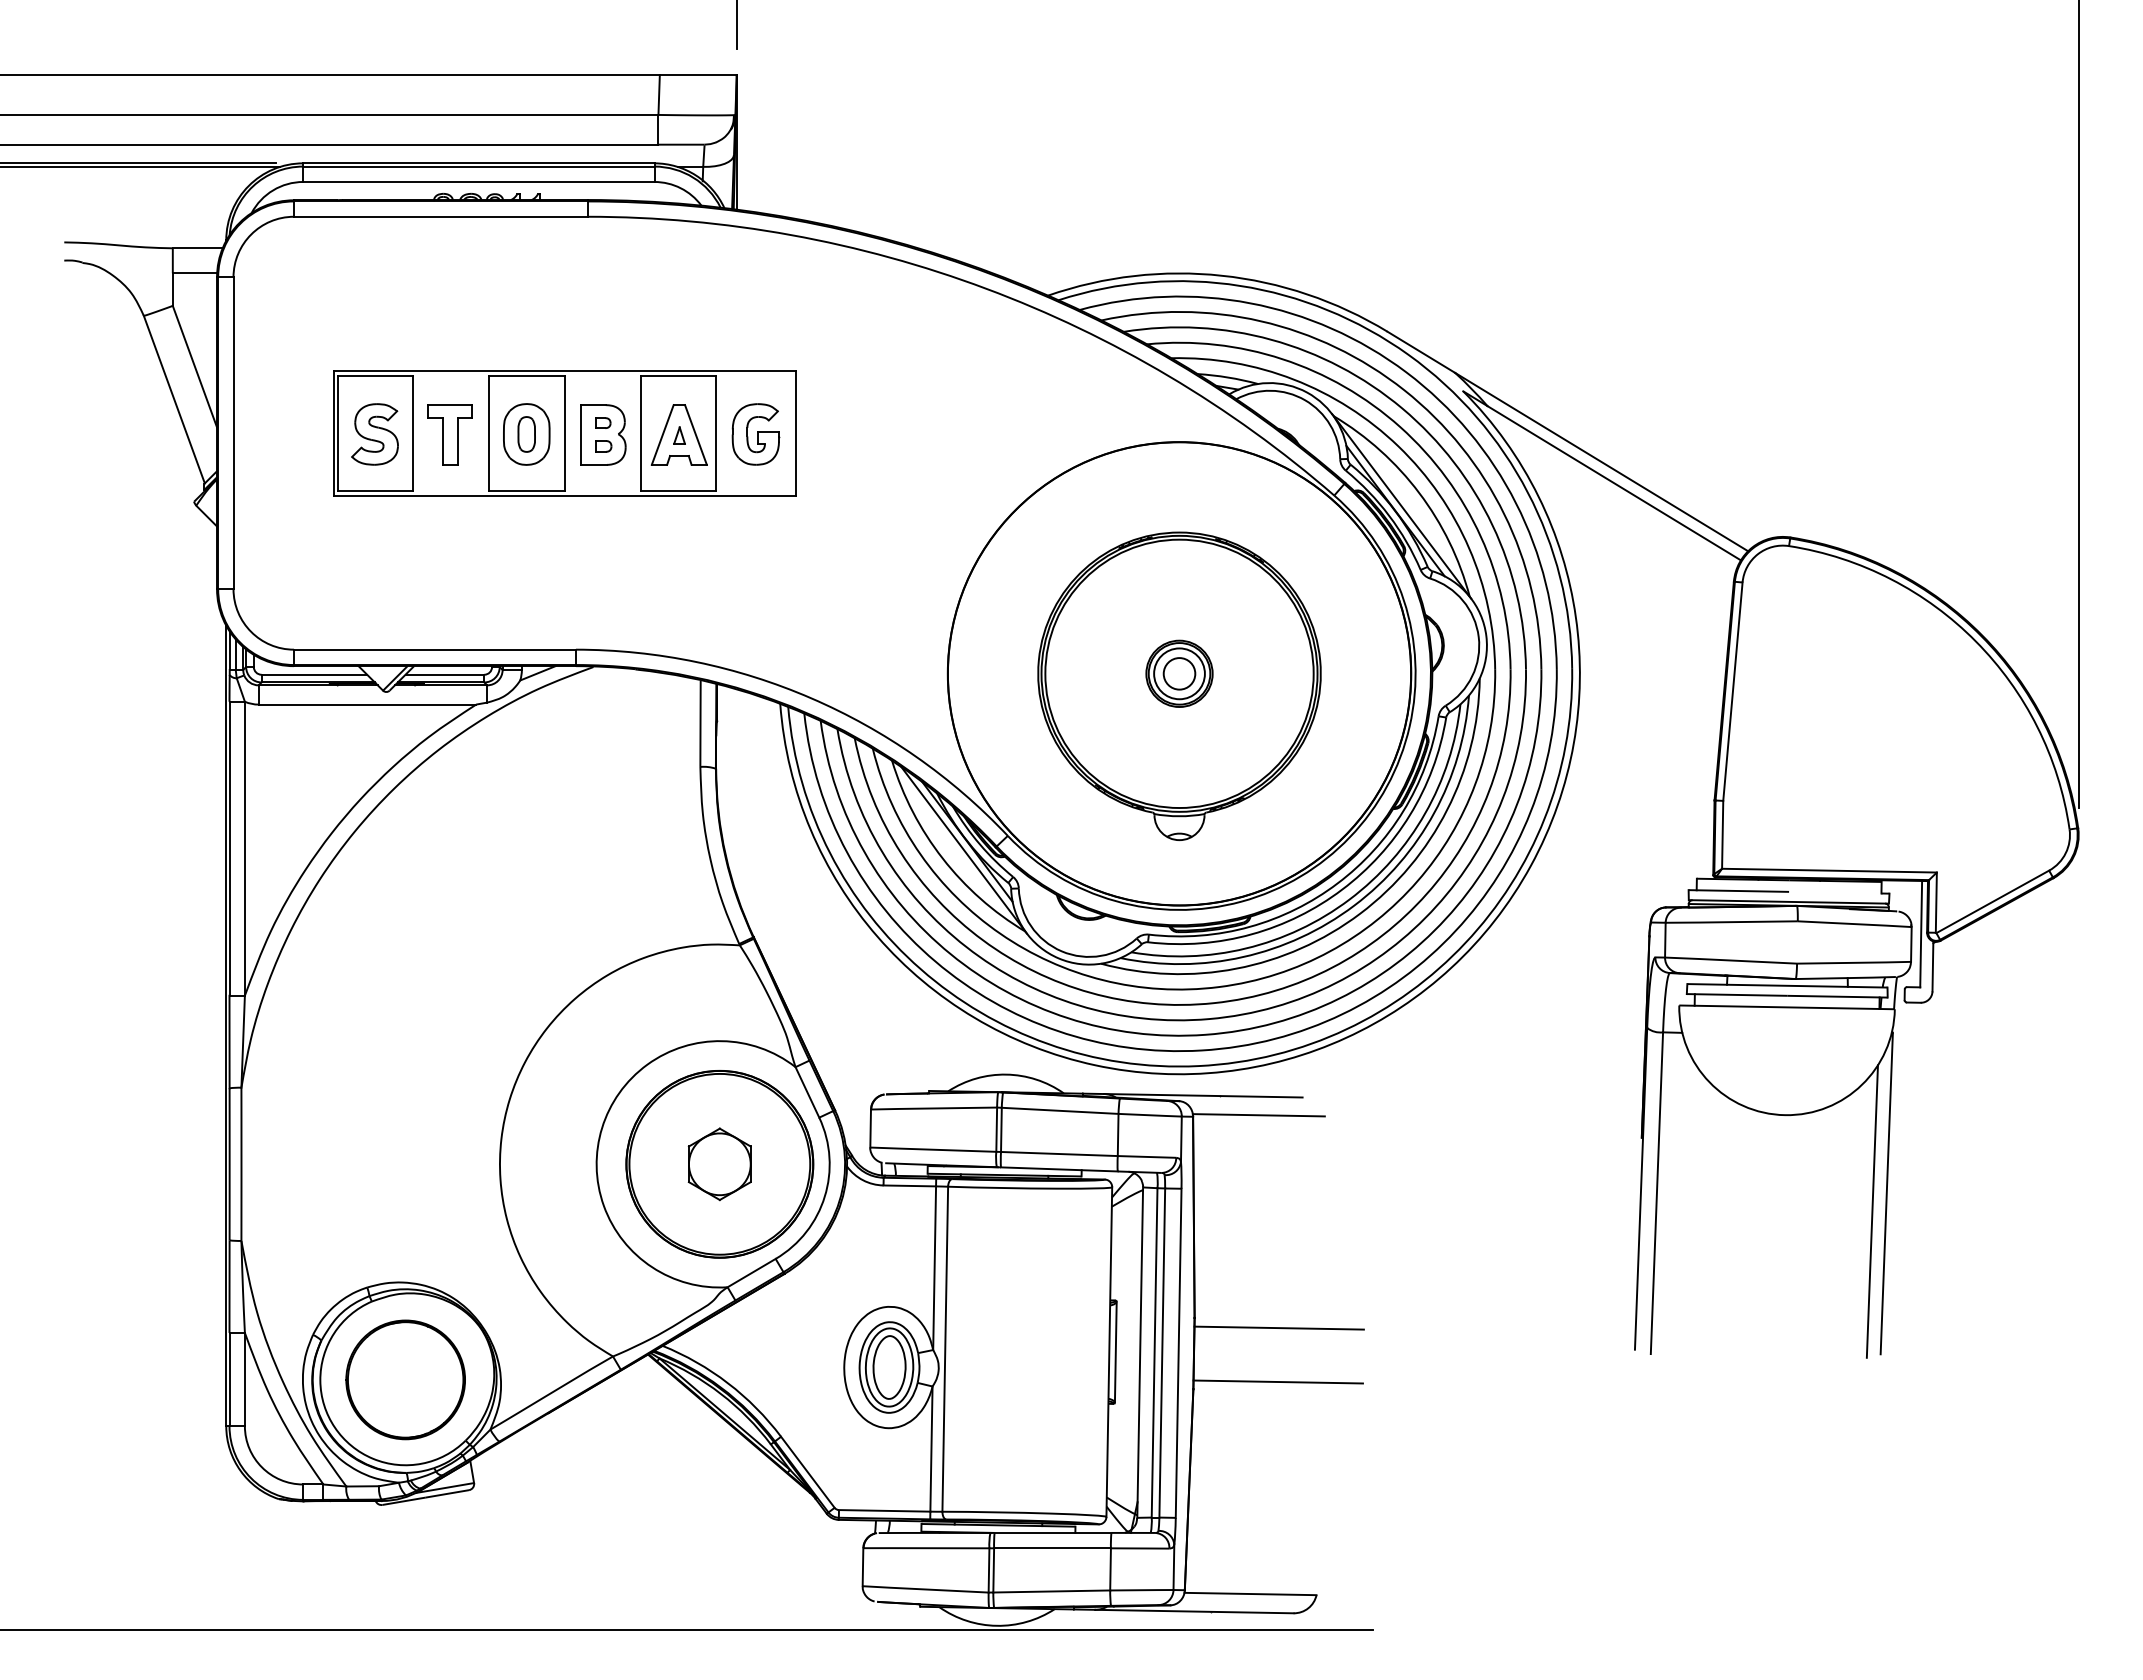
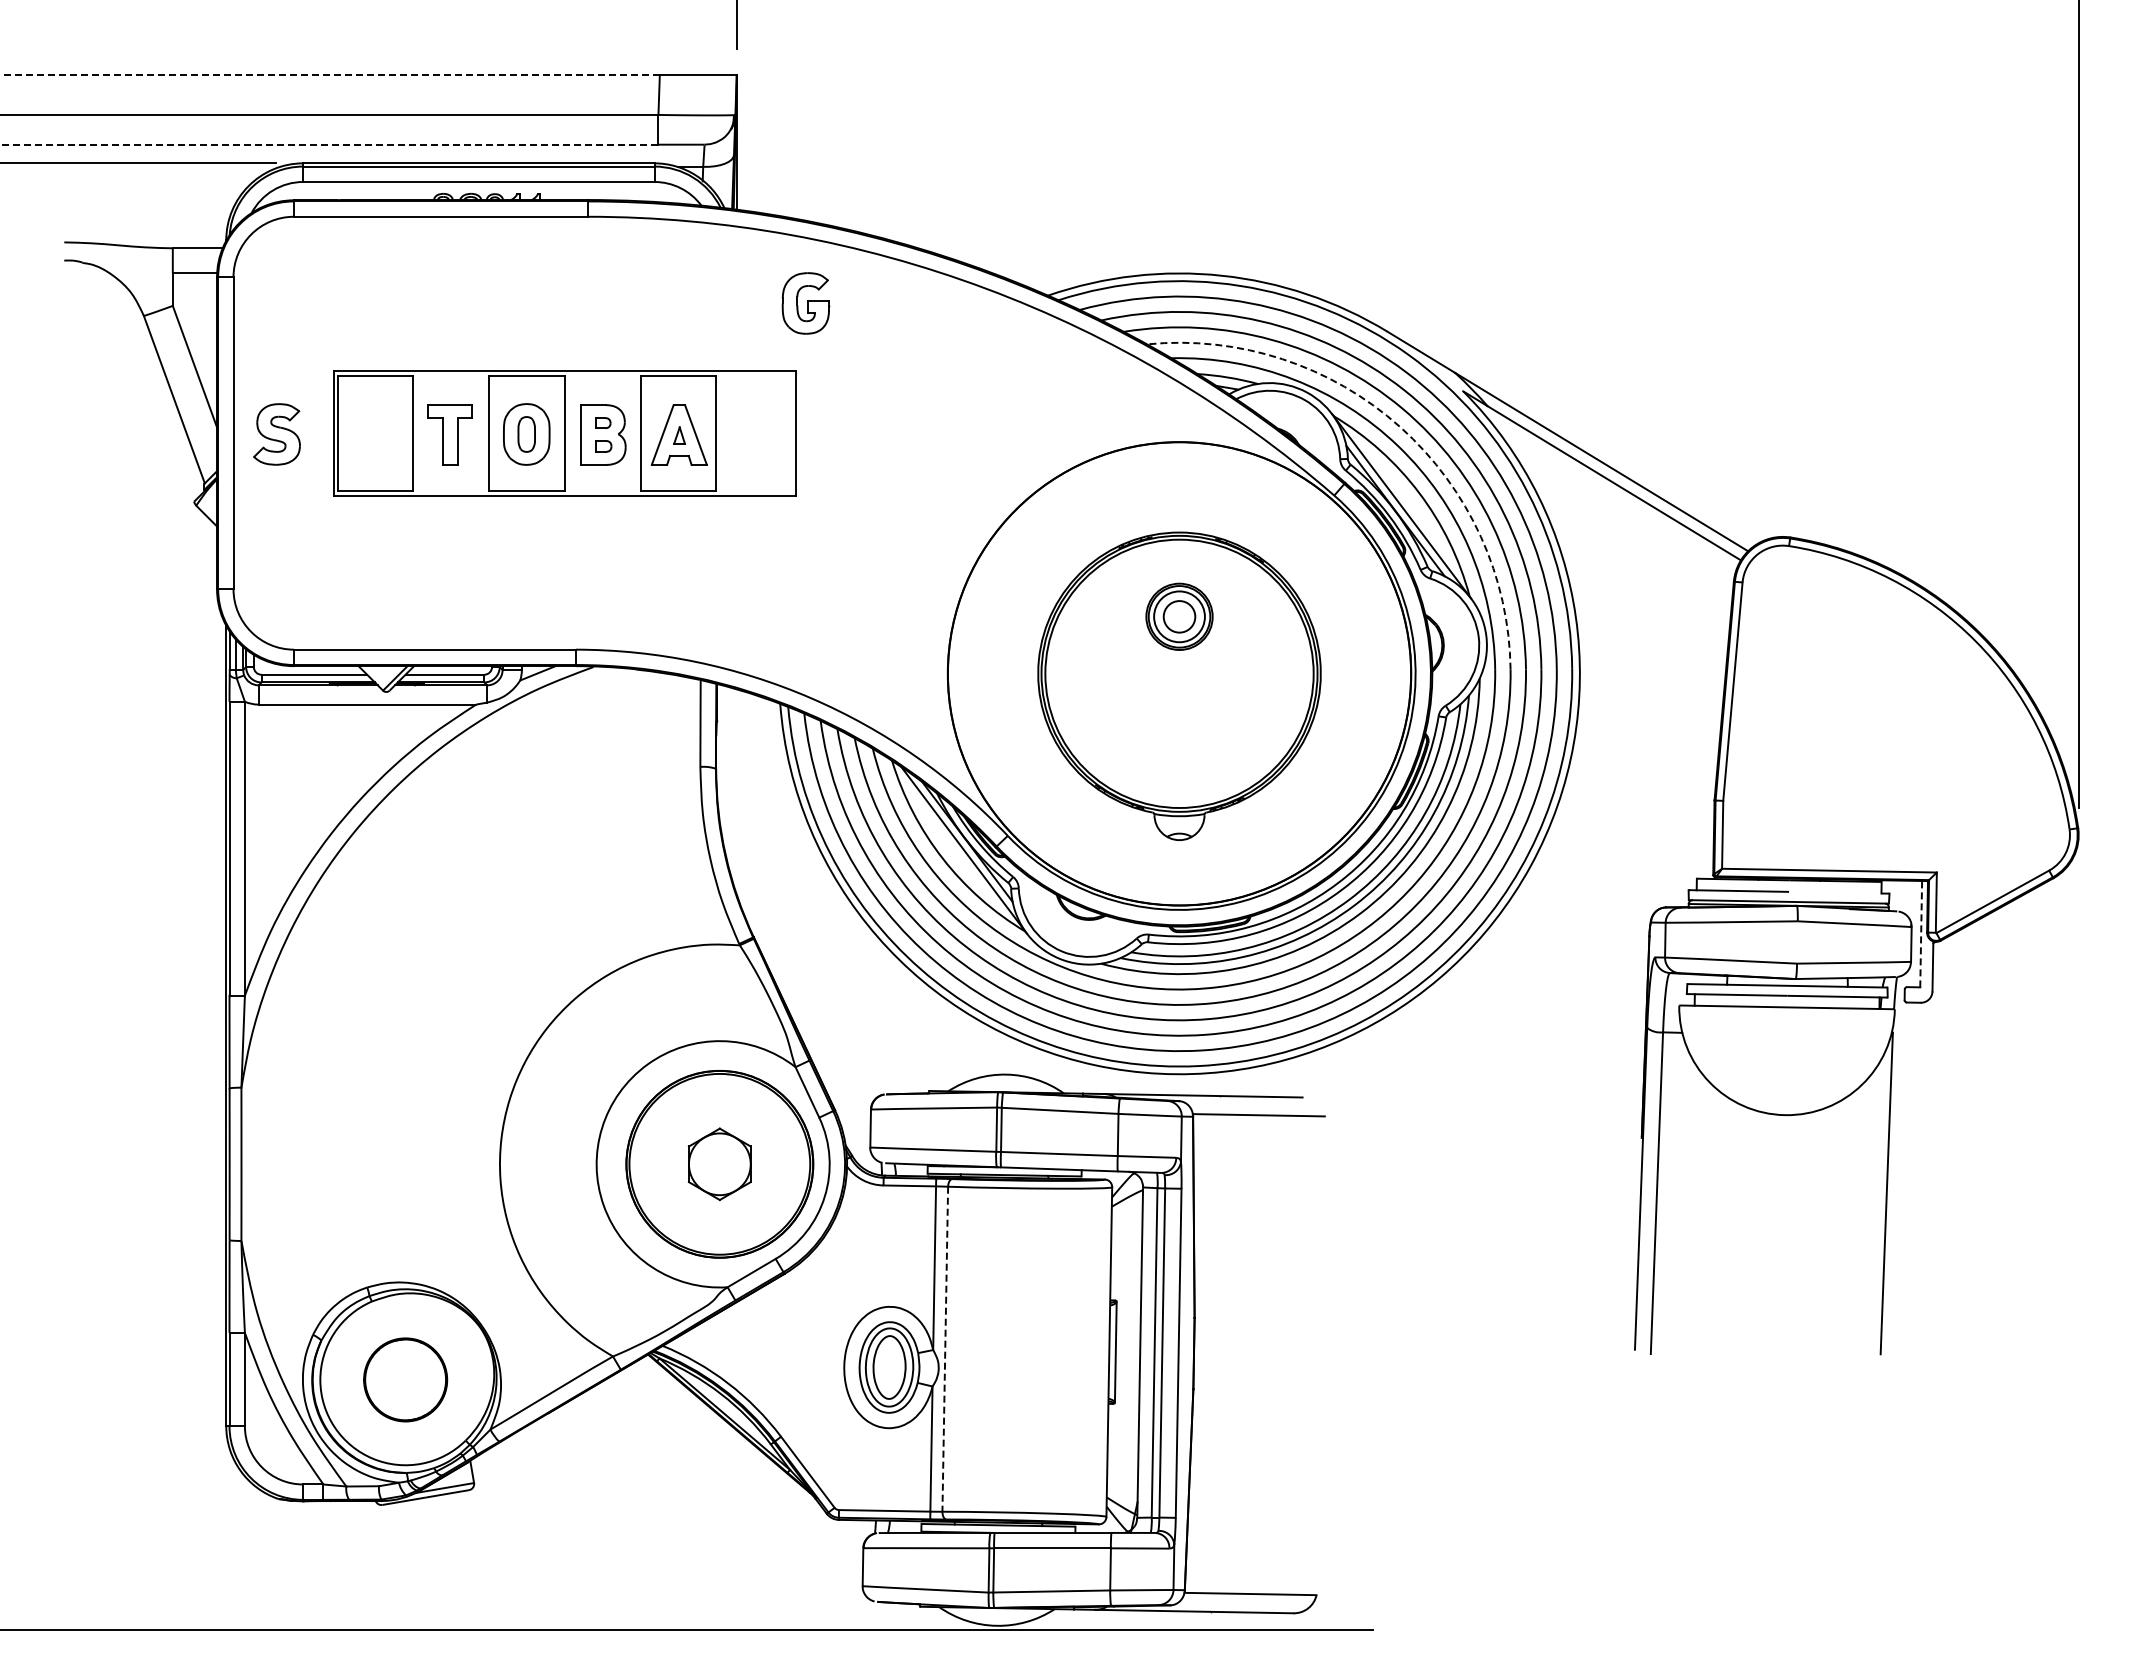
line at (329, 75): solid -> dashed
line at (328, 144): solid -> dashed
line at (141, 166): present -> none
arc at (1400, 427): solid -> dashed
part at (374, 434) position: (374, 434) -> (276, 434)
part at (755, 434) position: (755, 434) -> (805, 303)
part at (1179, 673) position: (1179, 673) -> (1179, 616)
line at (1921, 933): solid -> dashed
line at (1871, 1211): present -> none
line at (1278, 1327): present -> none
line at (945, 1349): solid -> dashed
part at (405, 1379) size: 121x122 px -> 86x86 px
line at (1277, 1381): present -> none
